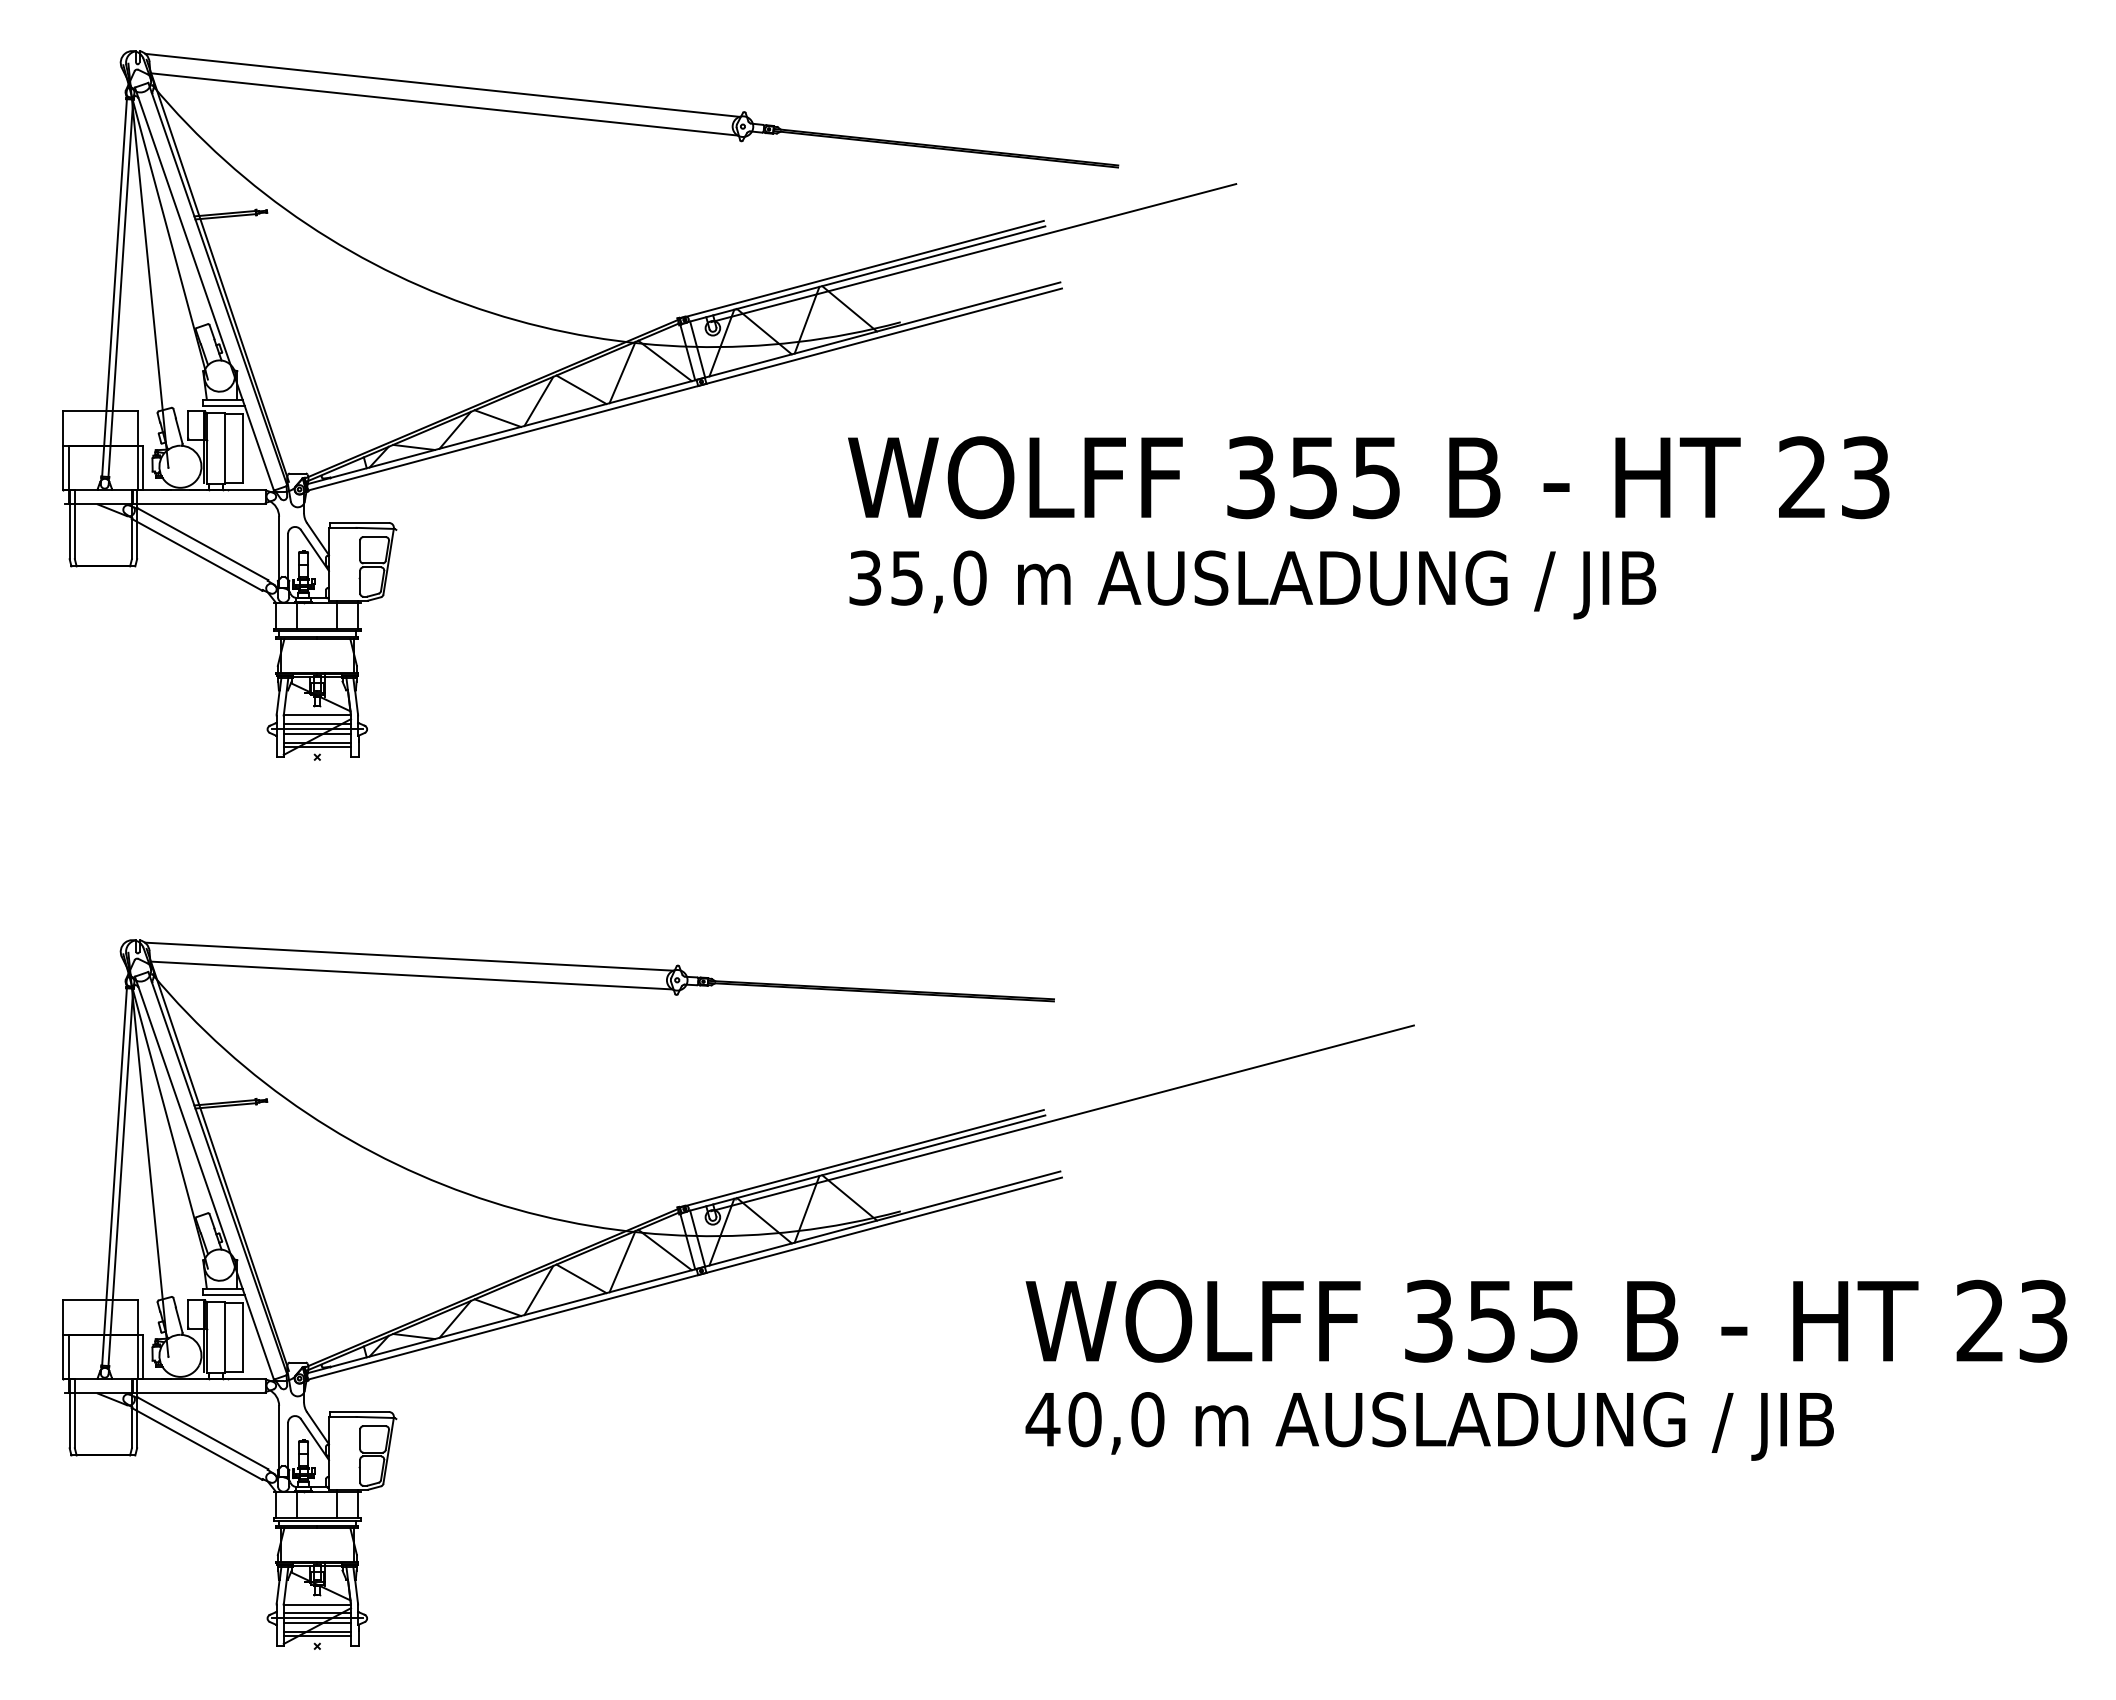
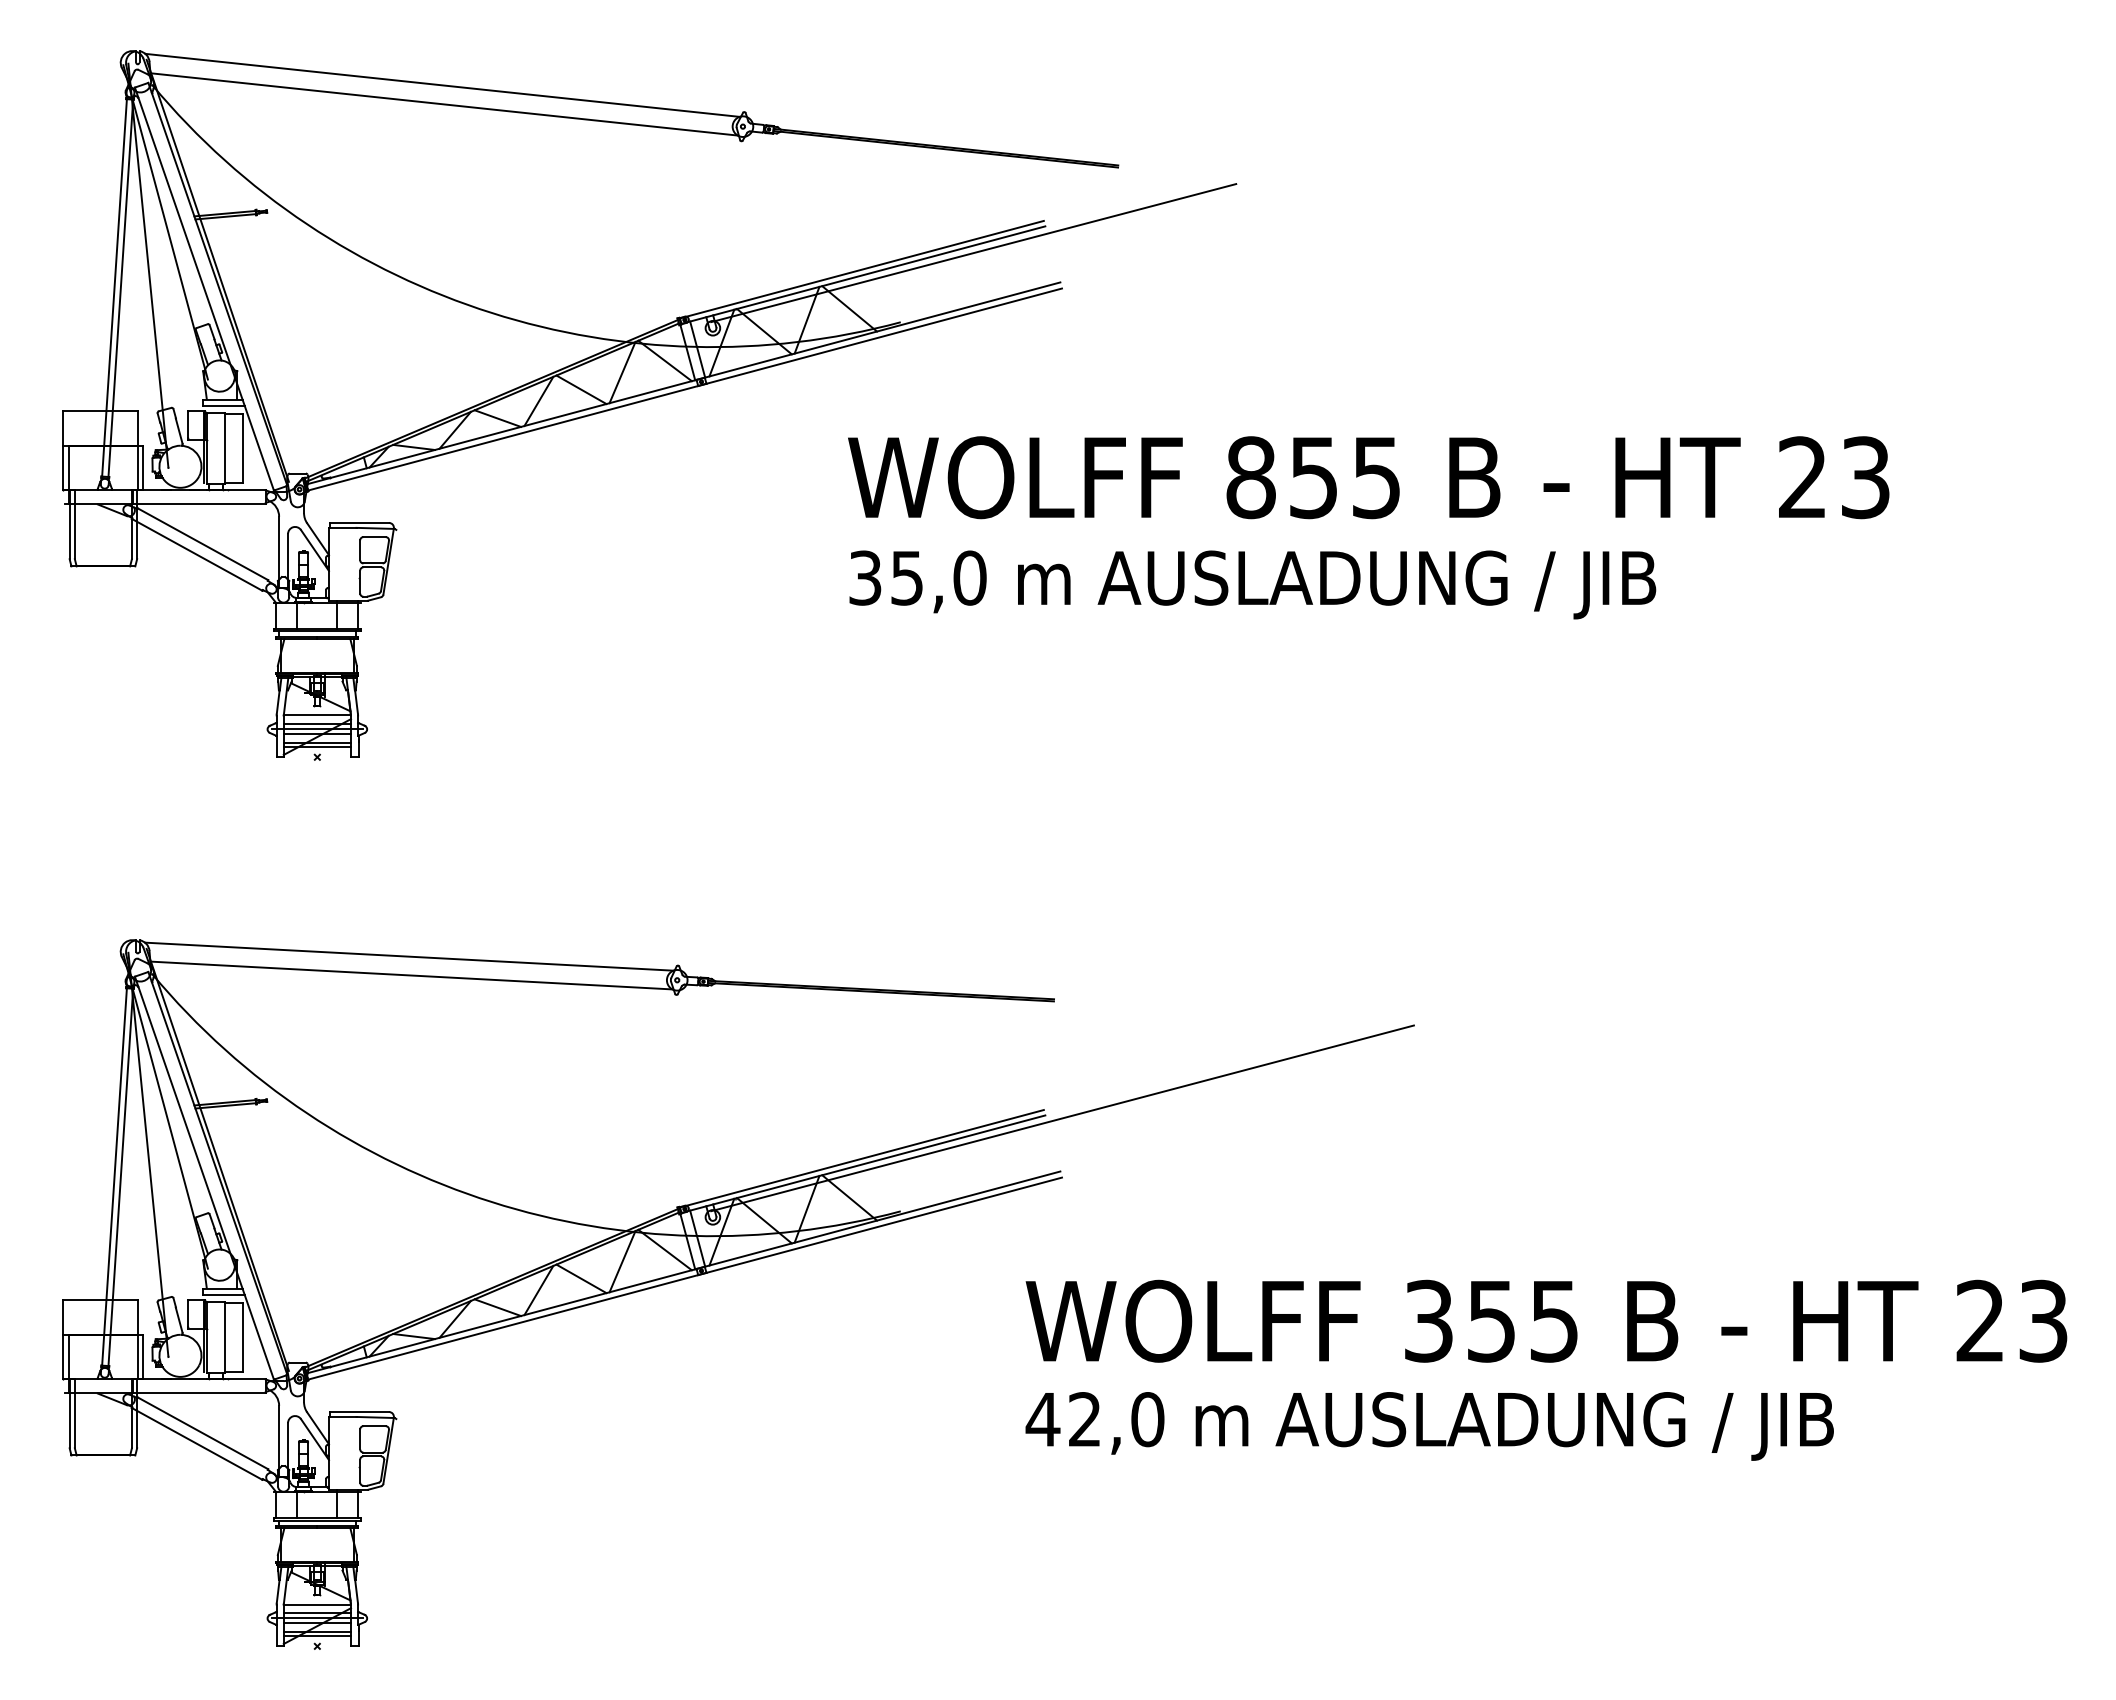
text at (1250, 477): 355 -> 855
text at (1084, 1419): 40,0 -> 42,0
